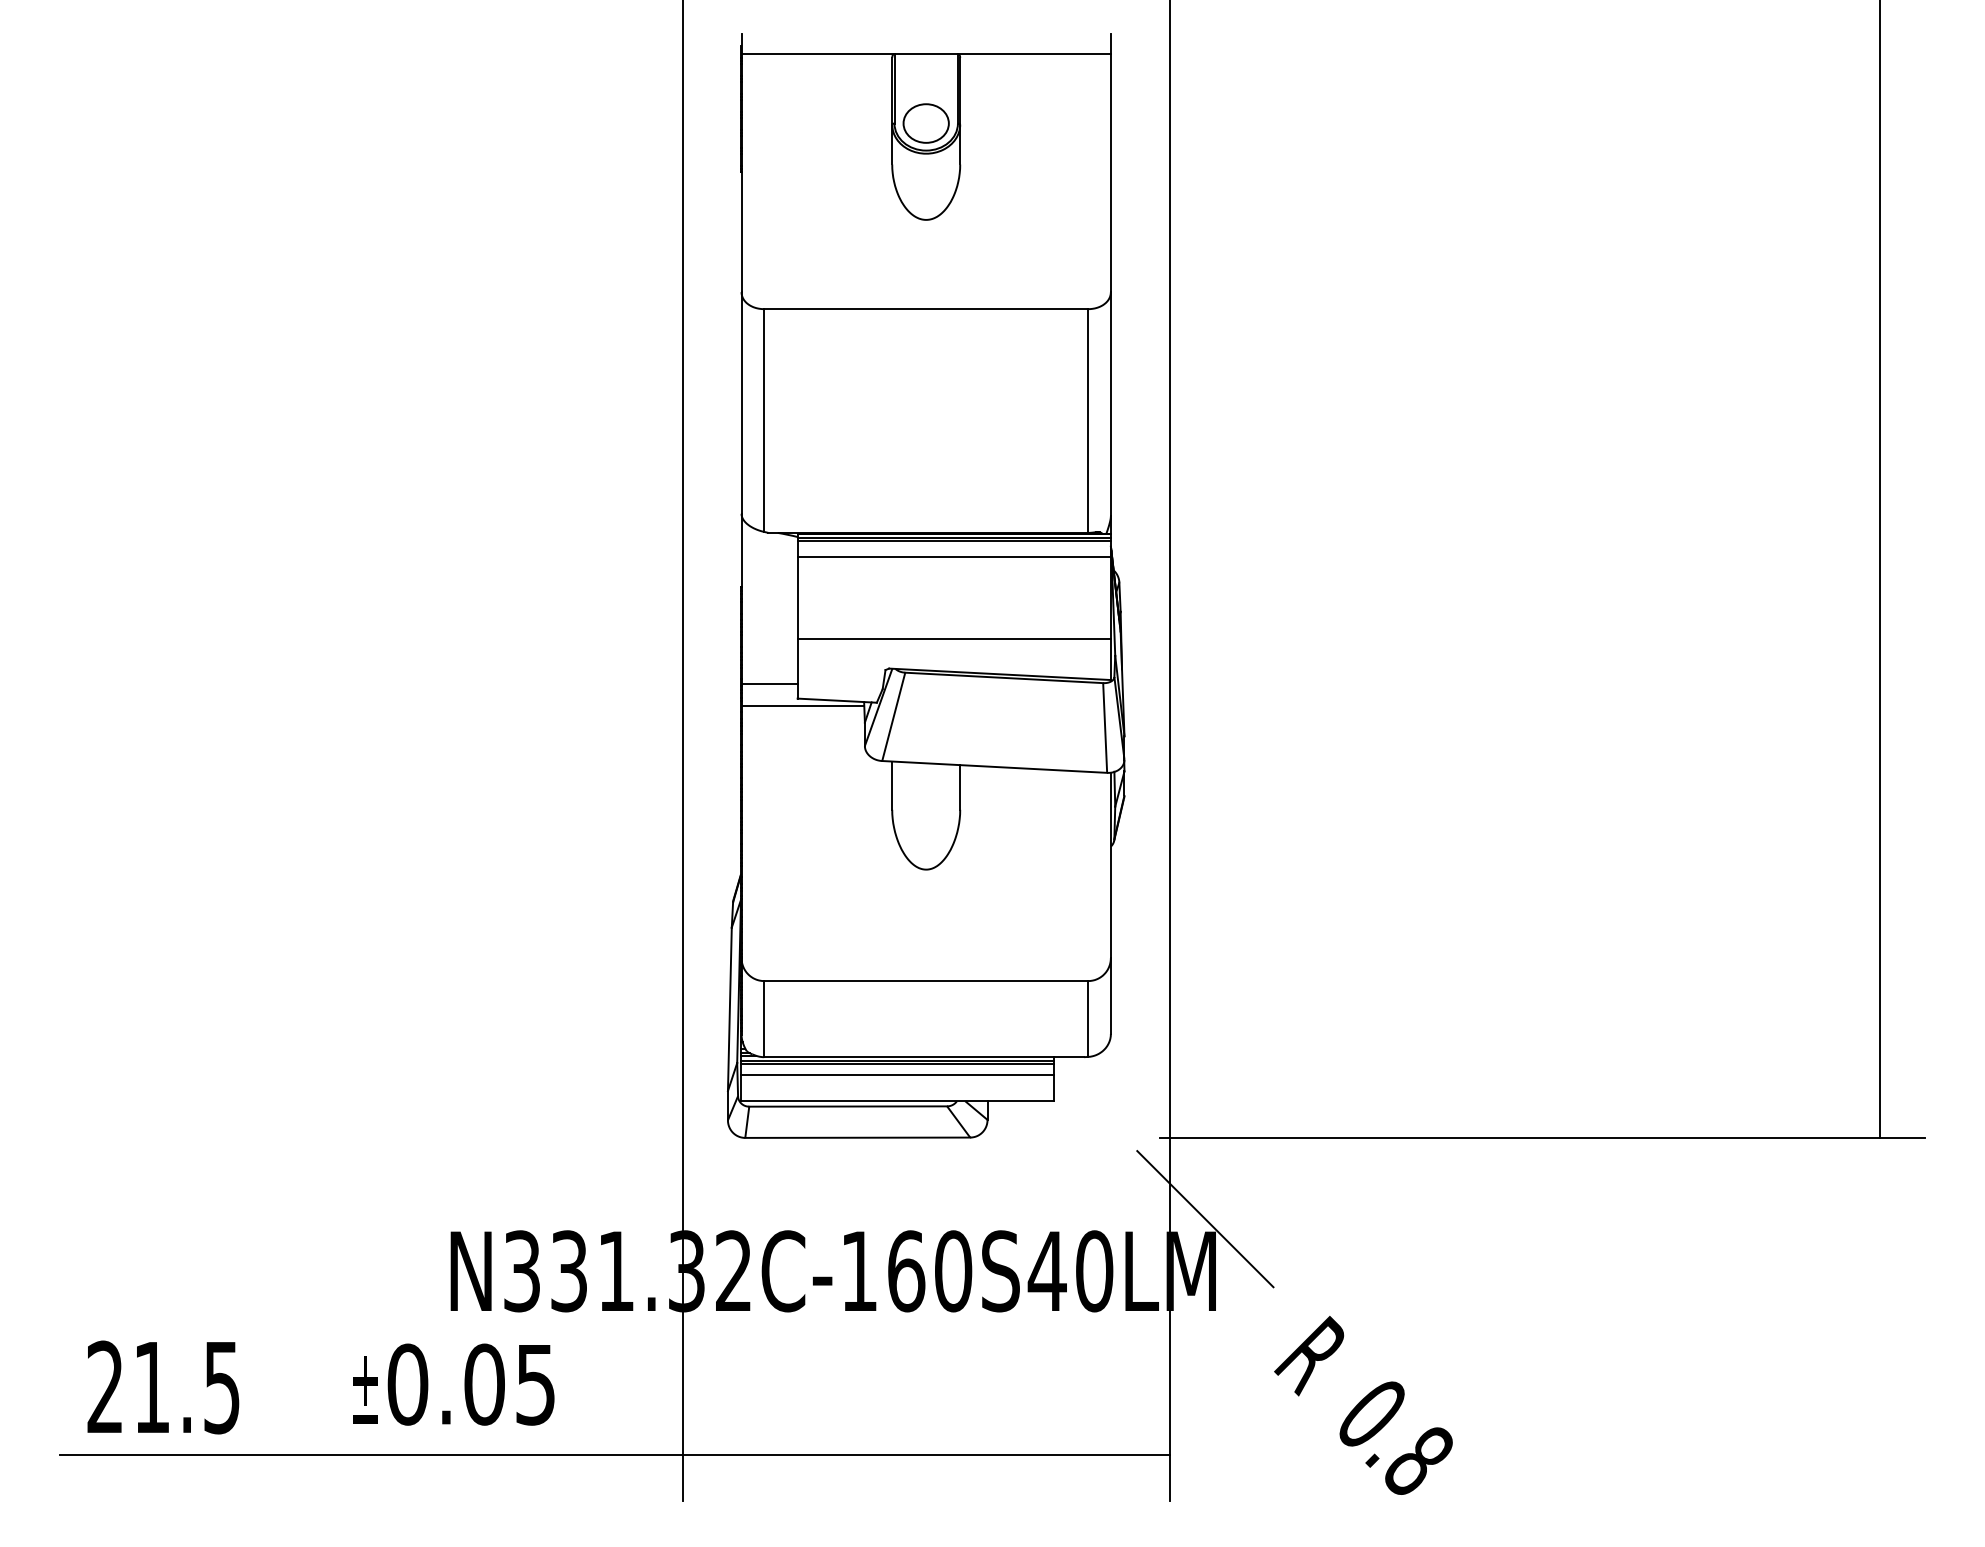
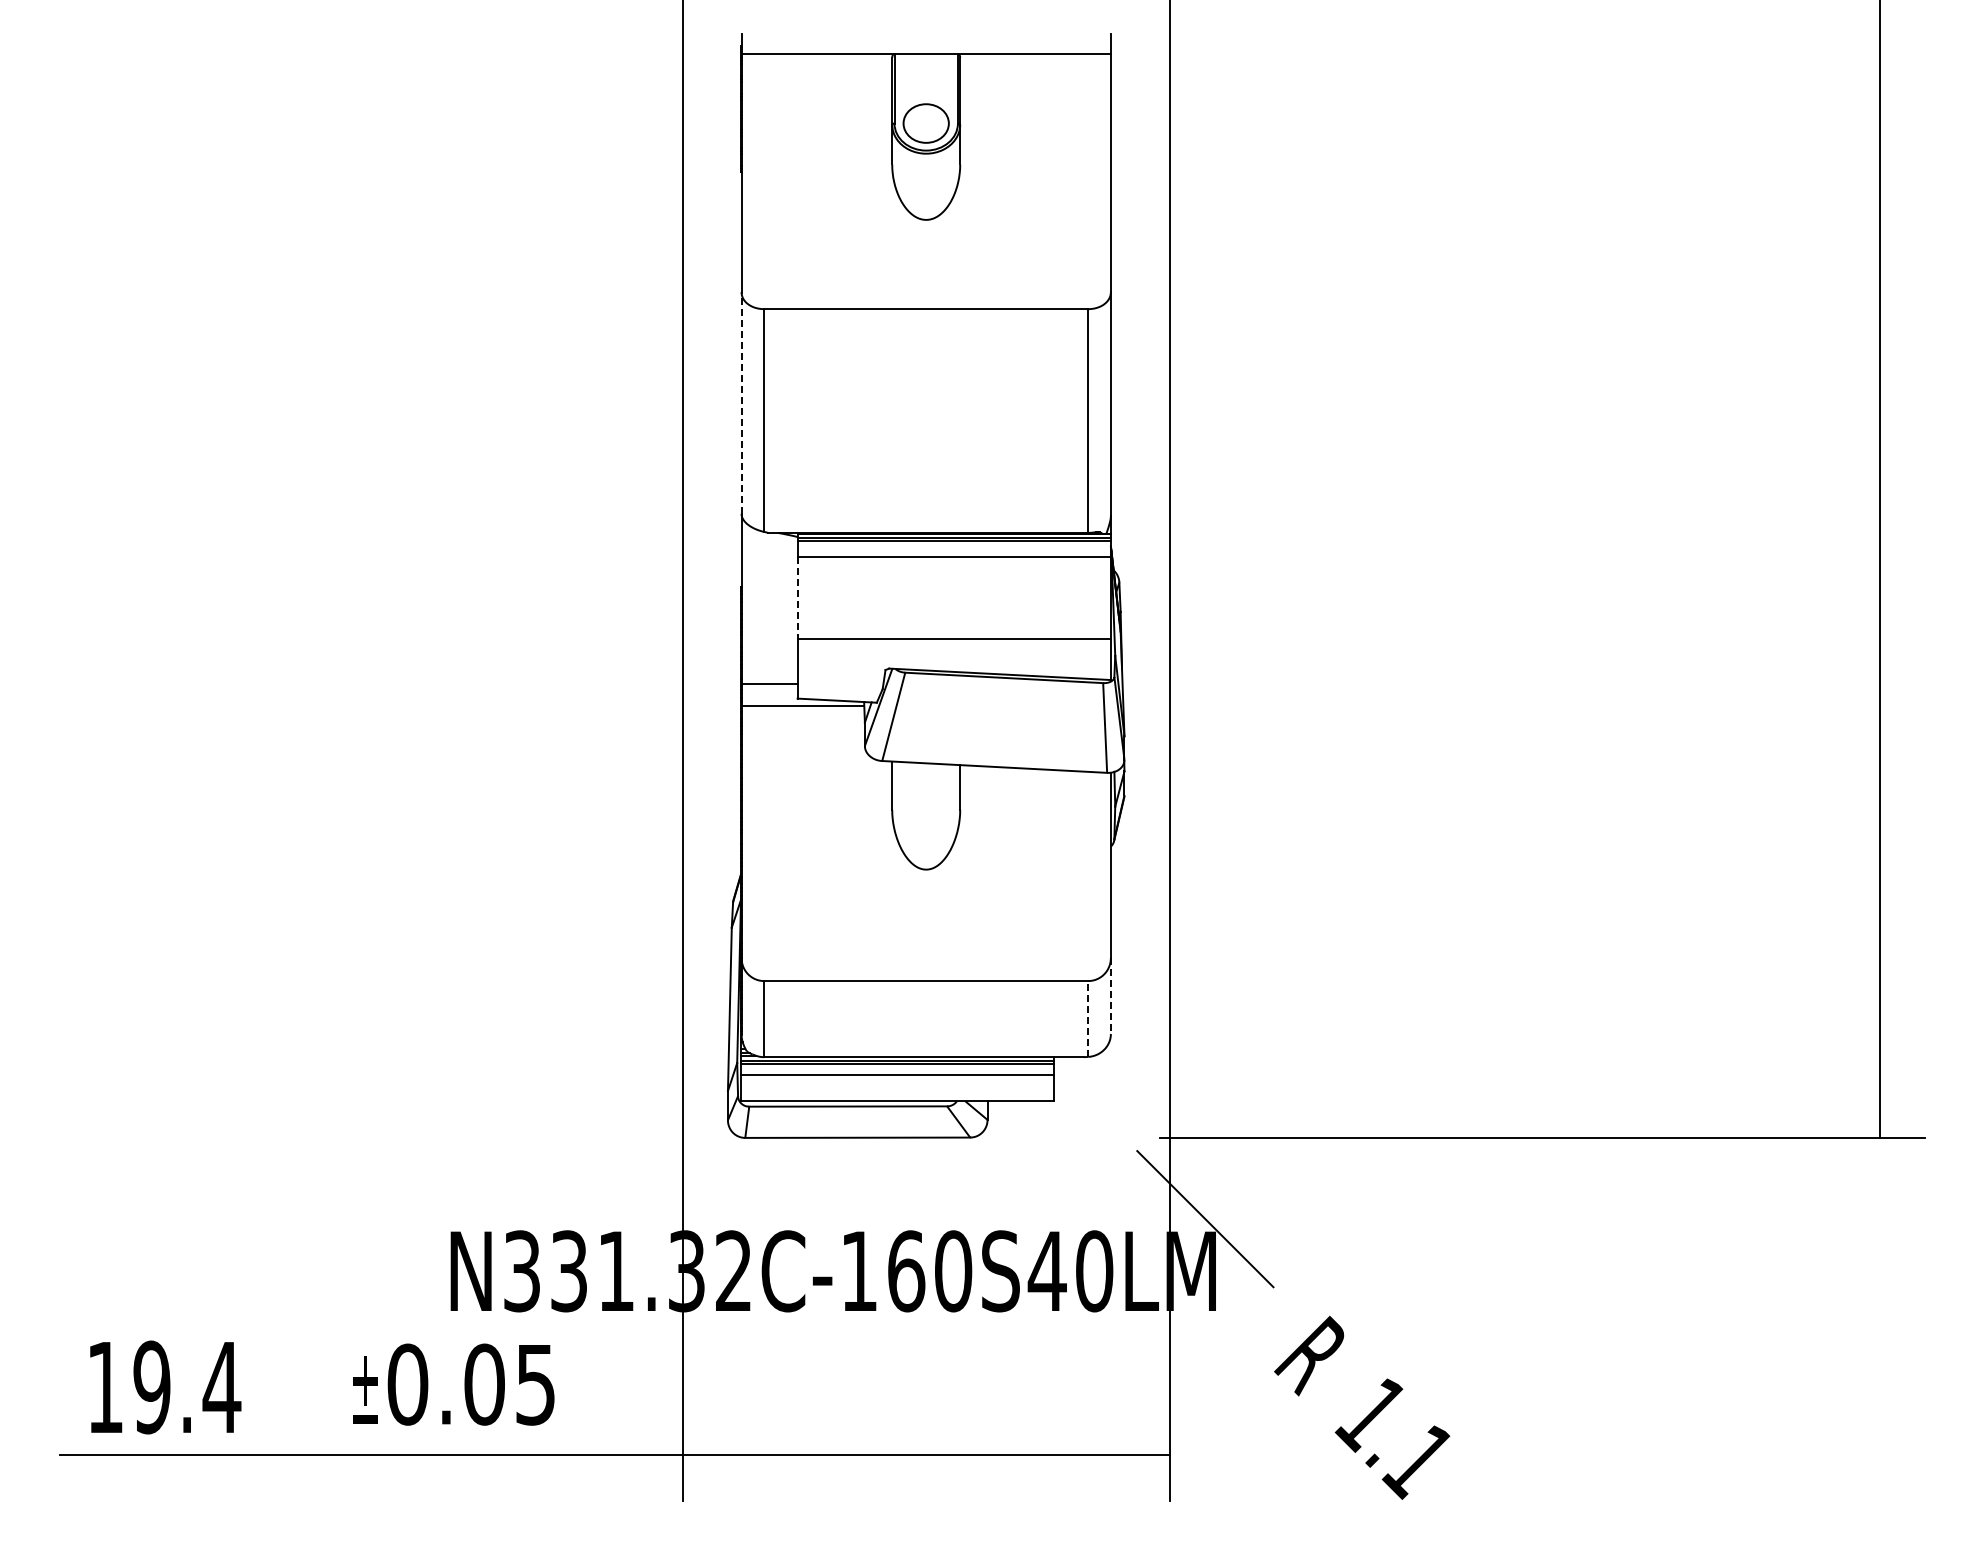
line at (741, 402): solid -> dashed
line at (797, 598): solid -> dashed
line at (1110, 996): solid -> dashed
line at (1088, 1018): solid -> dashed
text at (164, 1387): 21.5 -> 19.4
text at (1393, 1438): 0.8 -> 1.1
